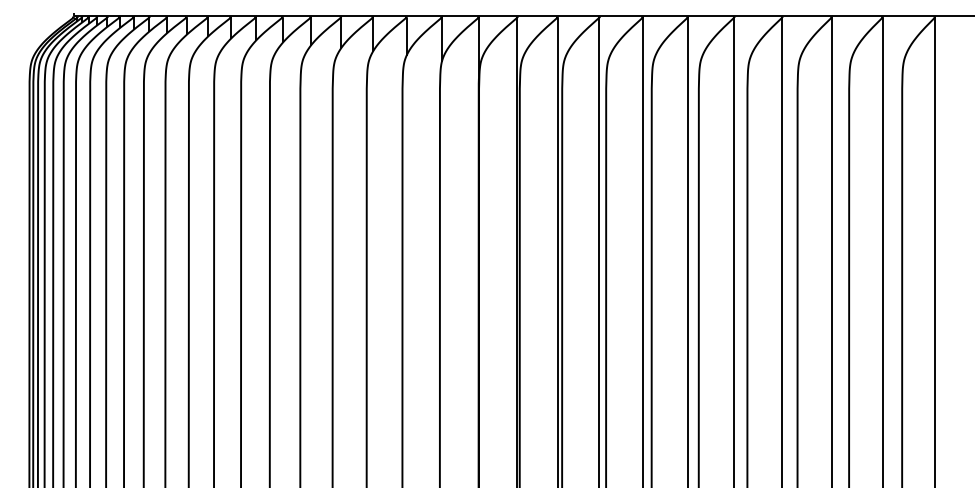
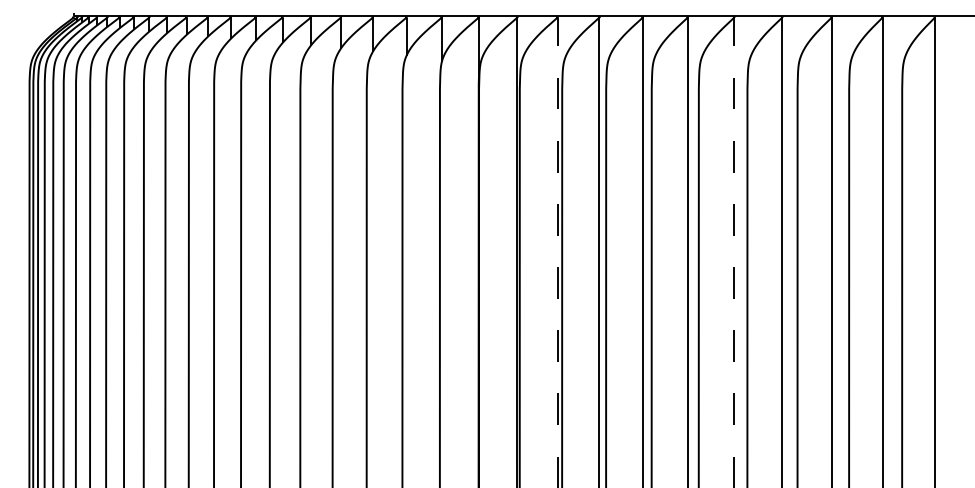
line at (557, 252): solid -> dashed
line at (734, 252): solid -> dashed
